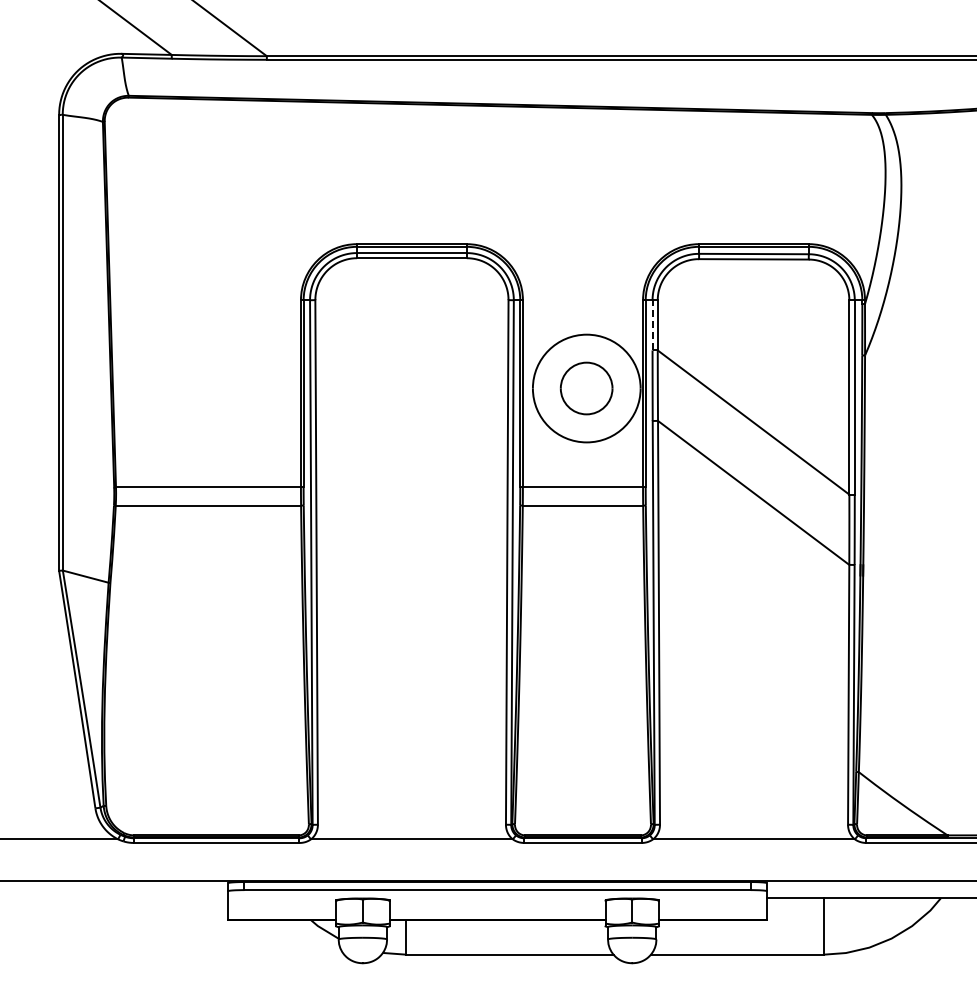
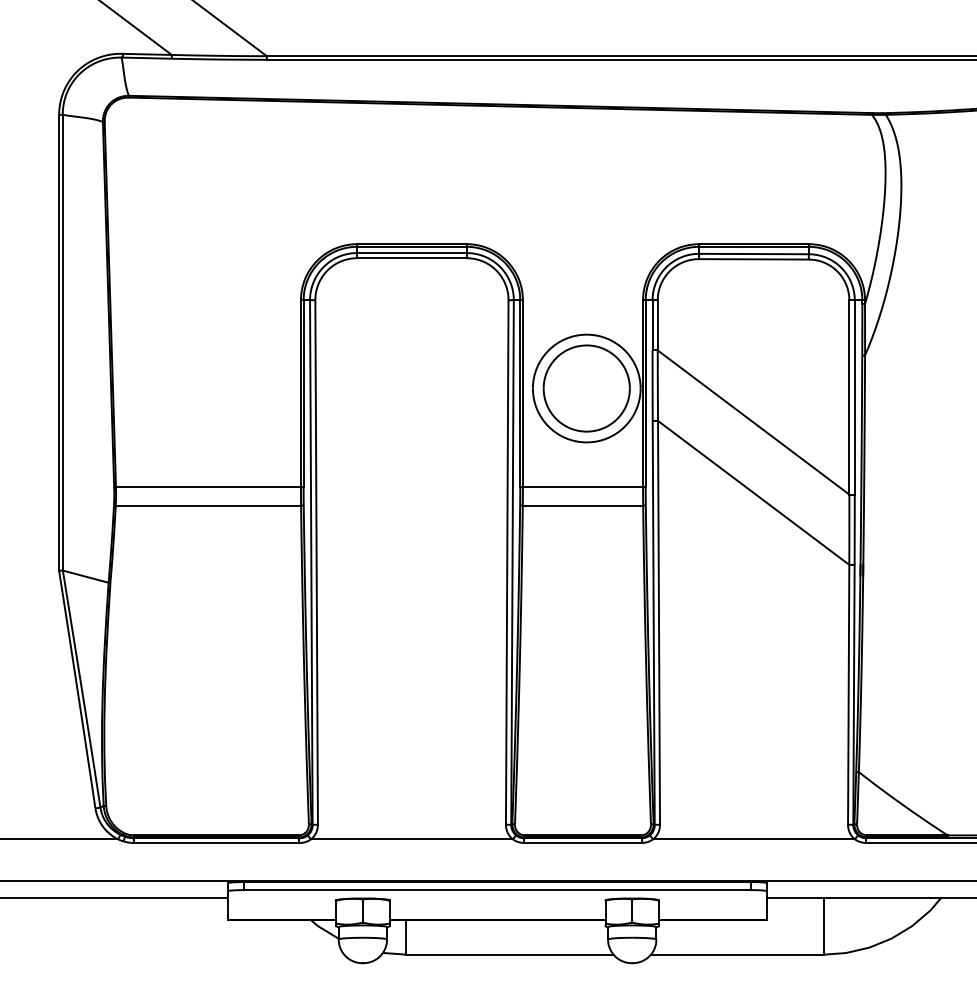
line at (652, 324): dashed -> solid
part at (586, 388) size: 55x55 px -> 89x89 px
line at (115, 898): none -> present
